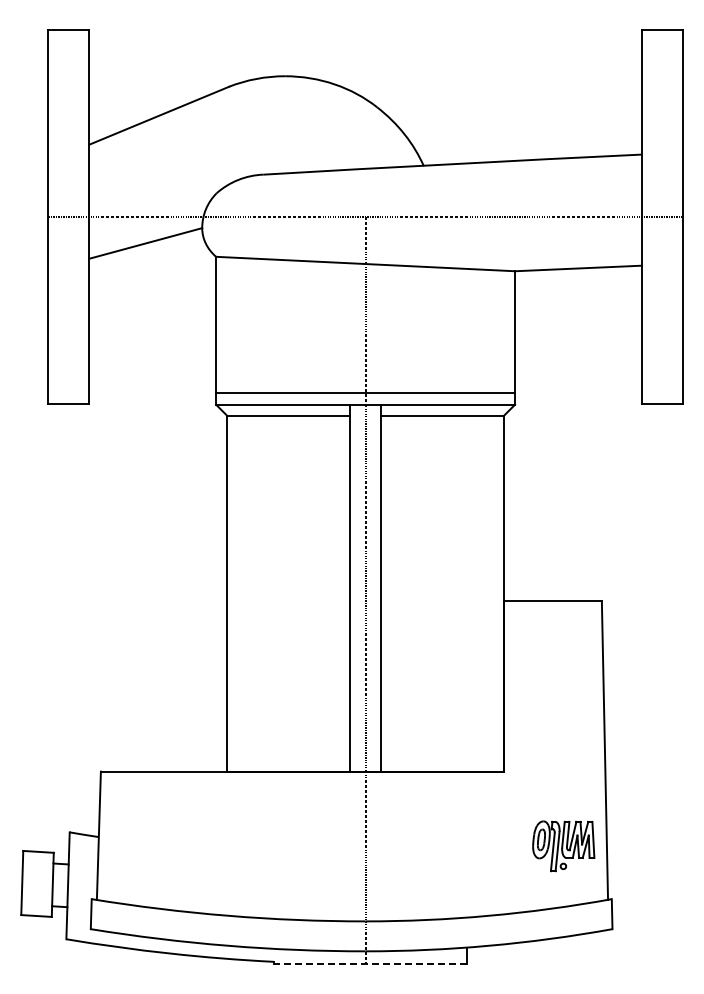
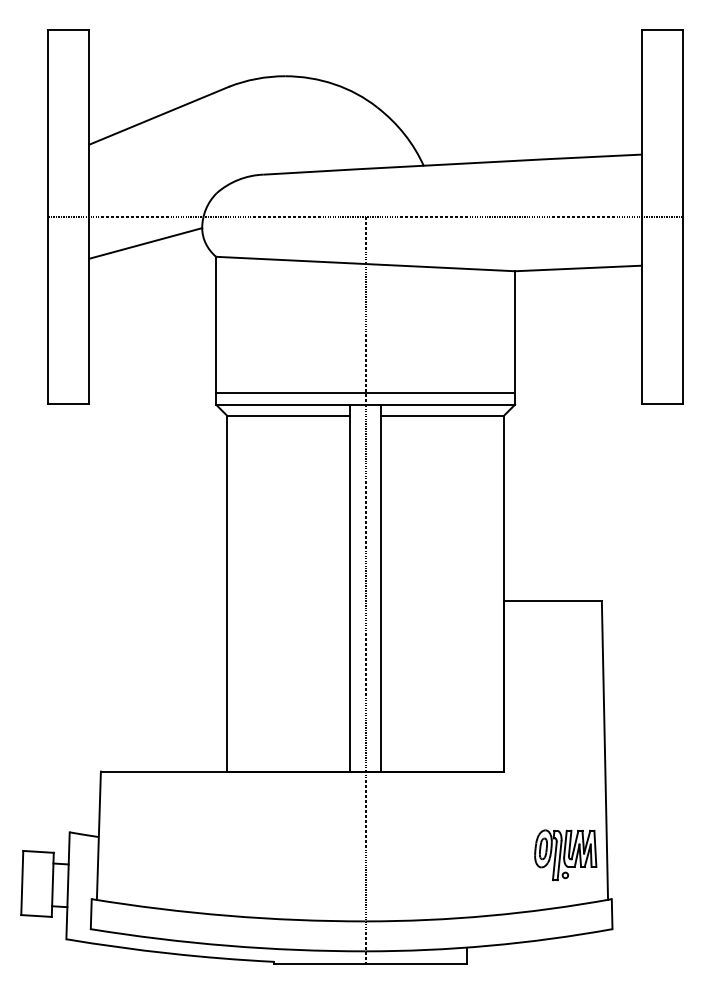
part at (563, 846) position: (563, 846) -> (565, 855)
line at (369, 964): dashed -> solid
